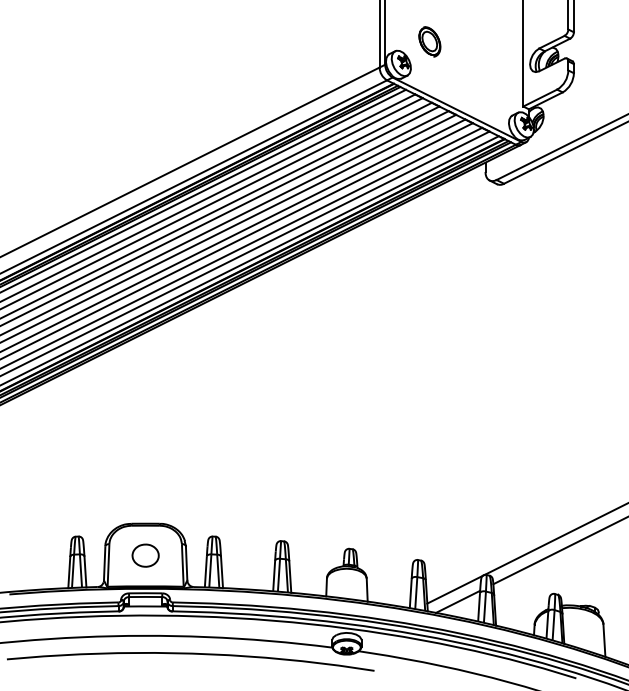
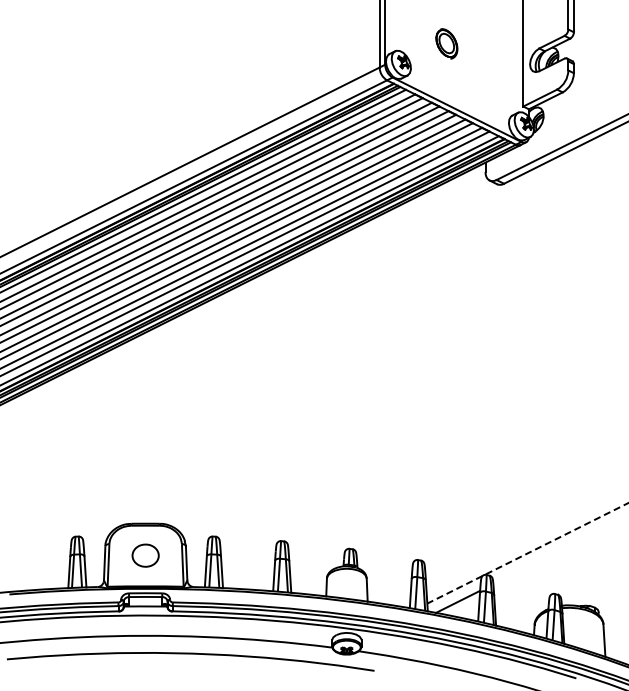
part at (429, 41) position: (429, 41) -> (446, 43)
line at (559, 551): present -> none
line at (527, 553): solid -> dashed
